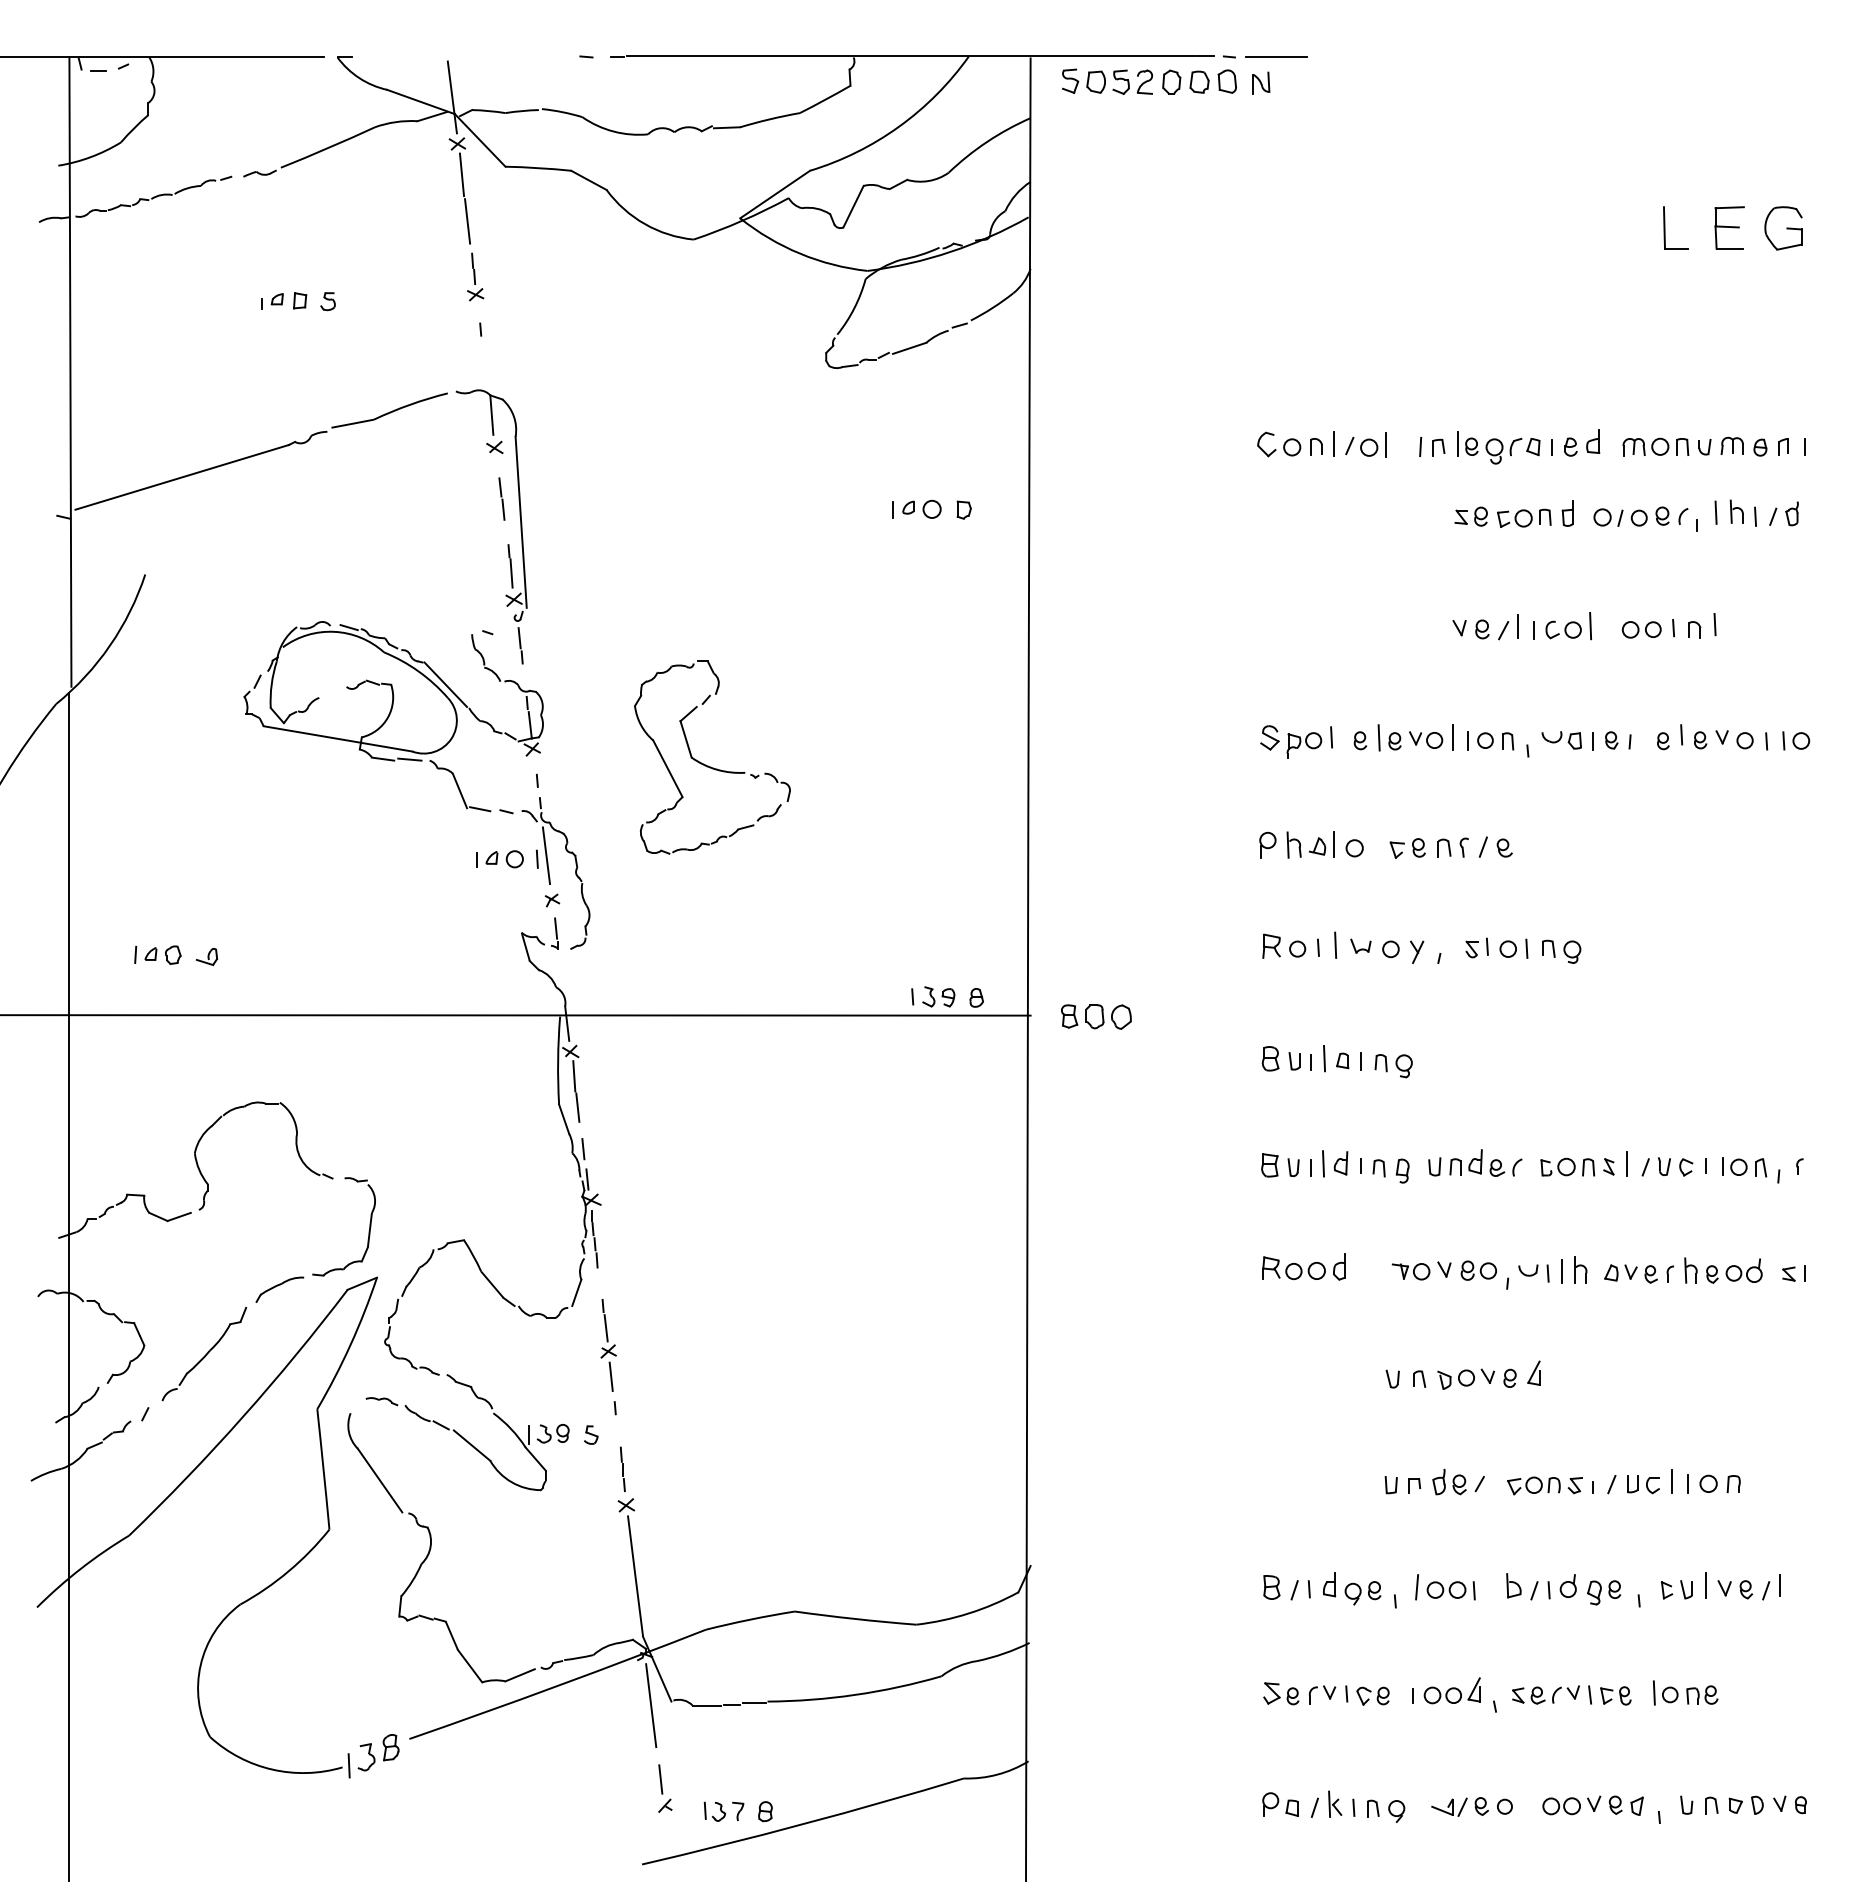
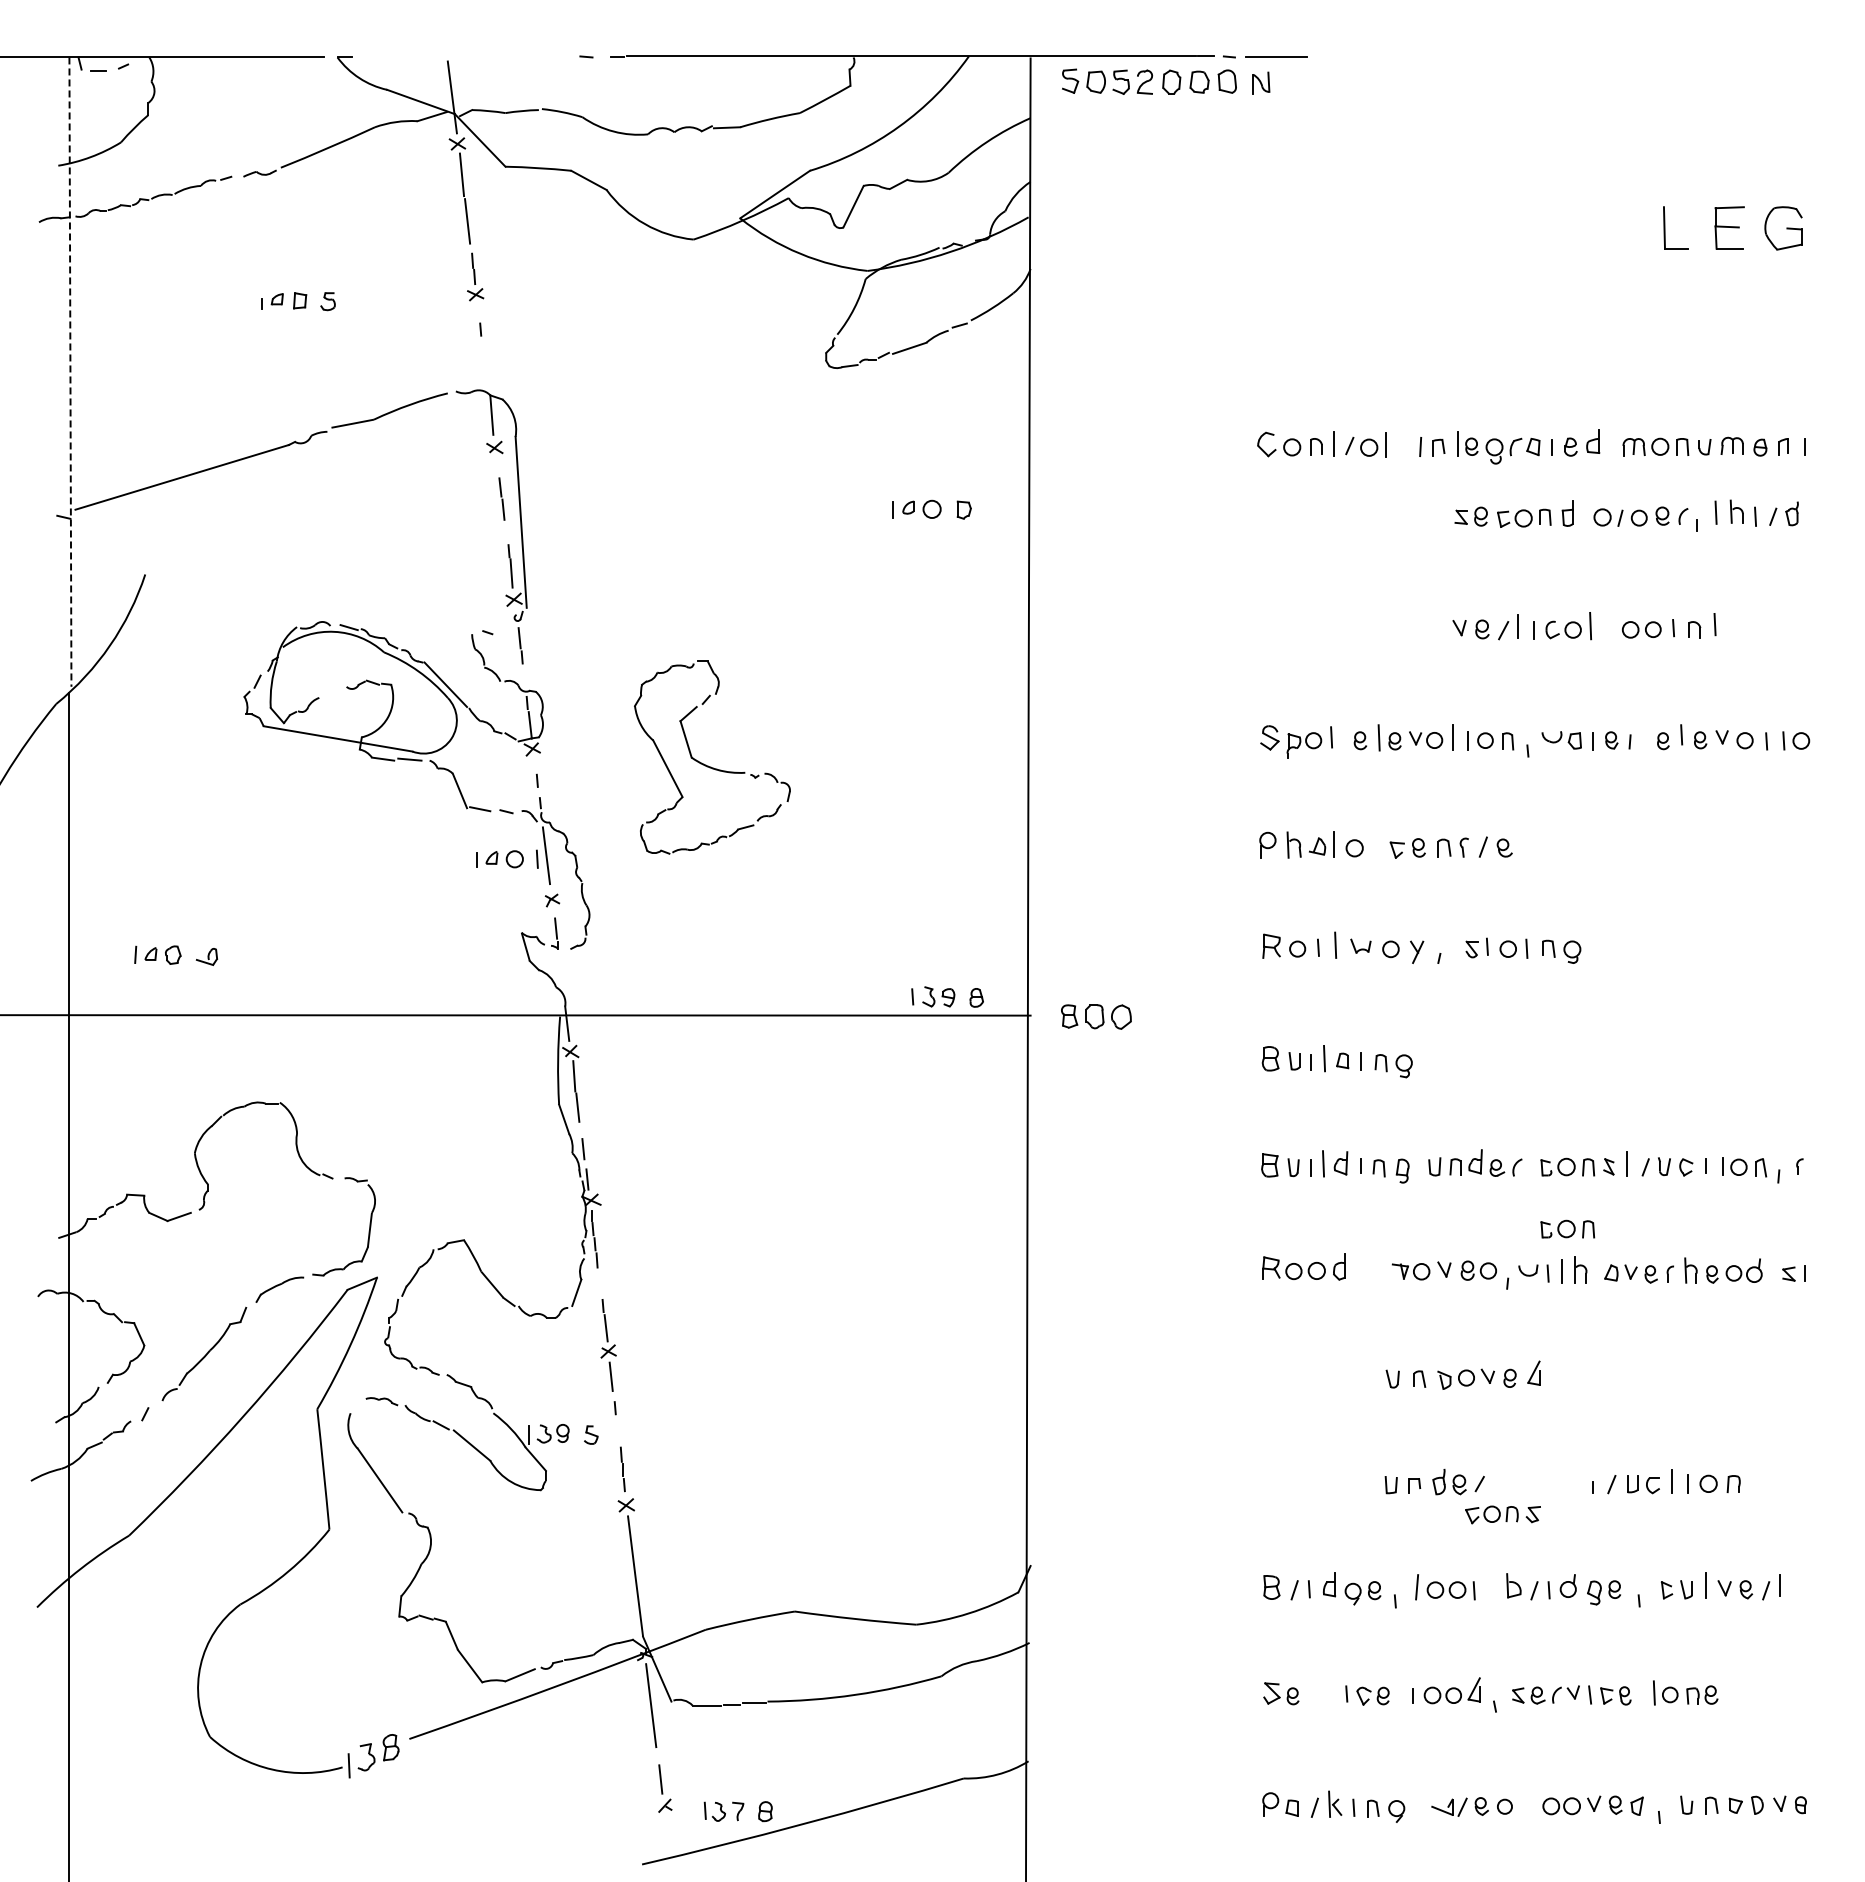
line at (70, 372): solid -> dashed
part at (1567, 1228): none -> present
part at (1544, 1485) position: (1544, 1485) -> (1502, 1514)
part at (1322, 1694): present -> none
